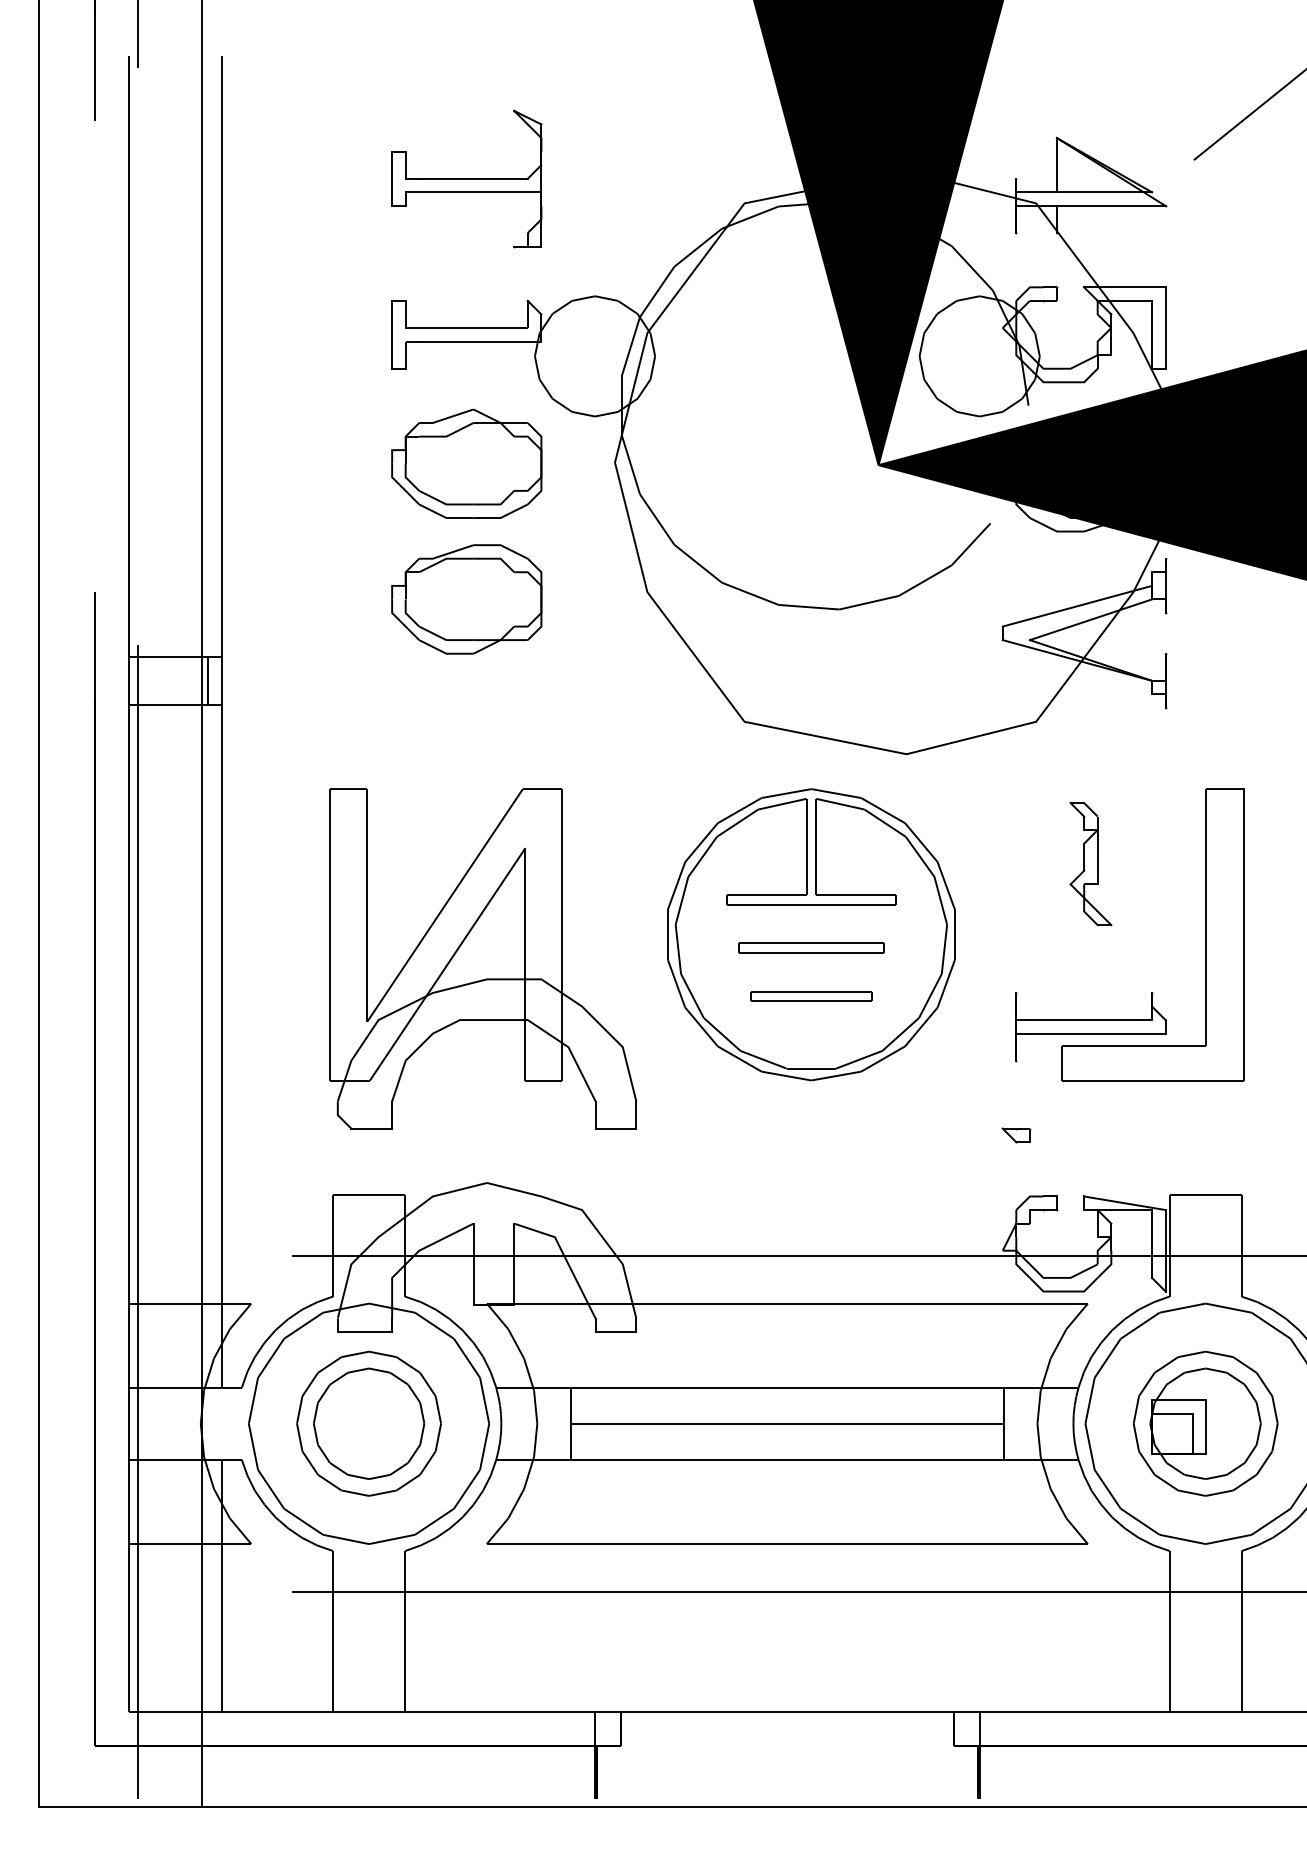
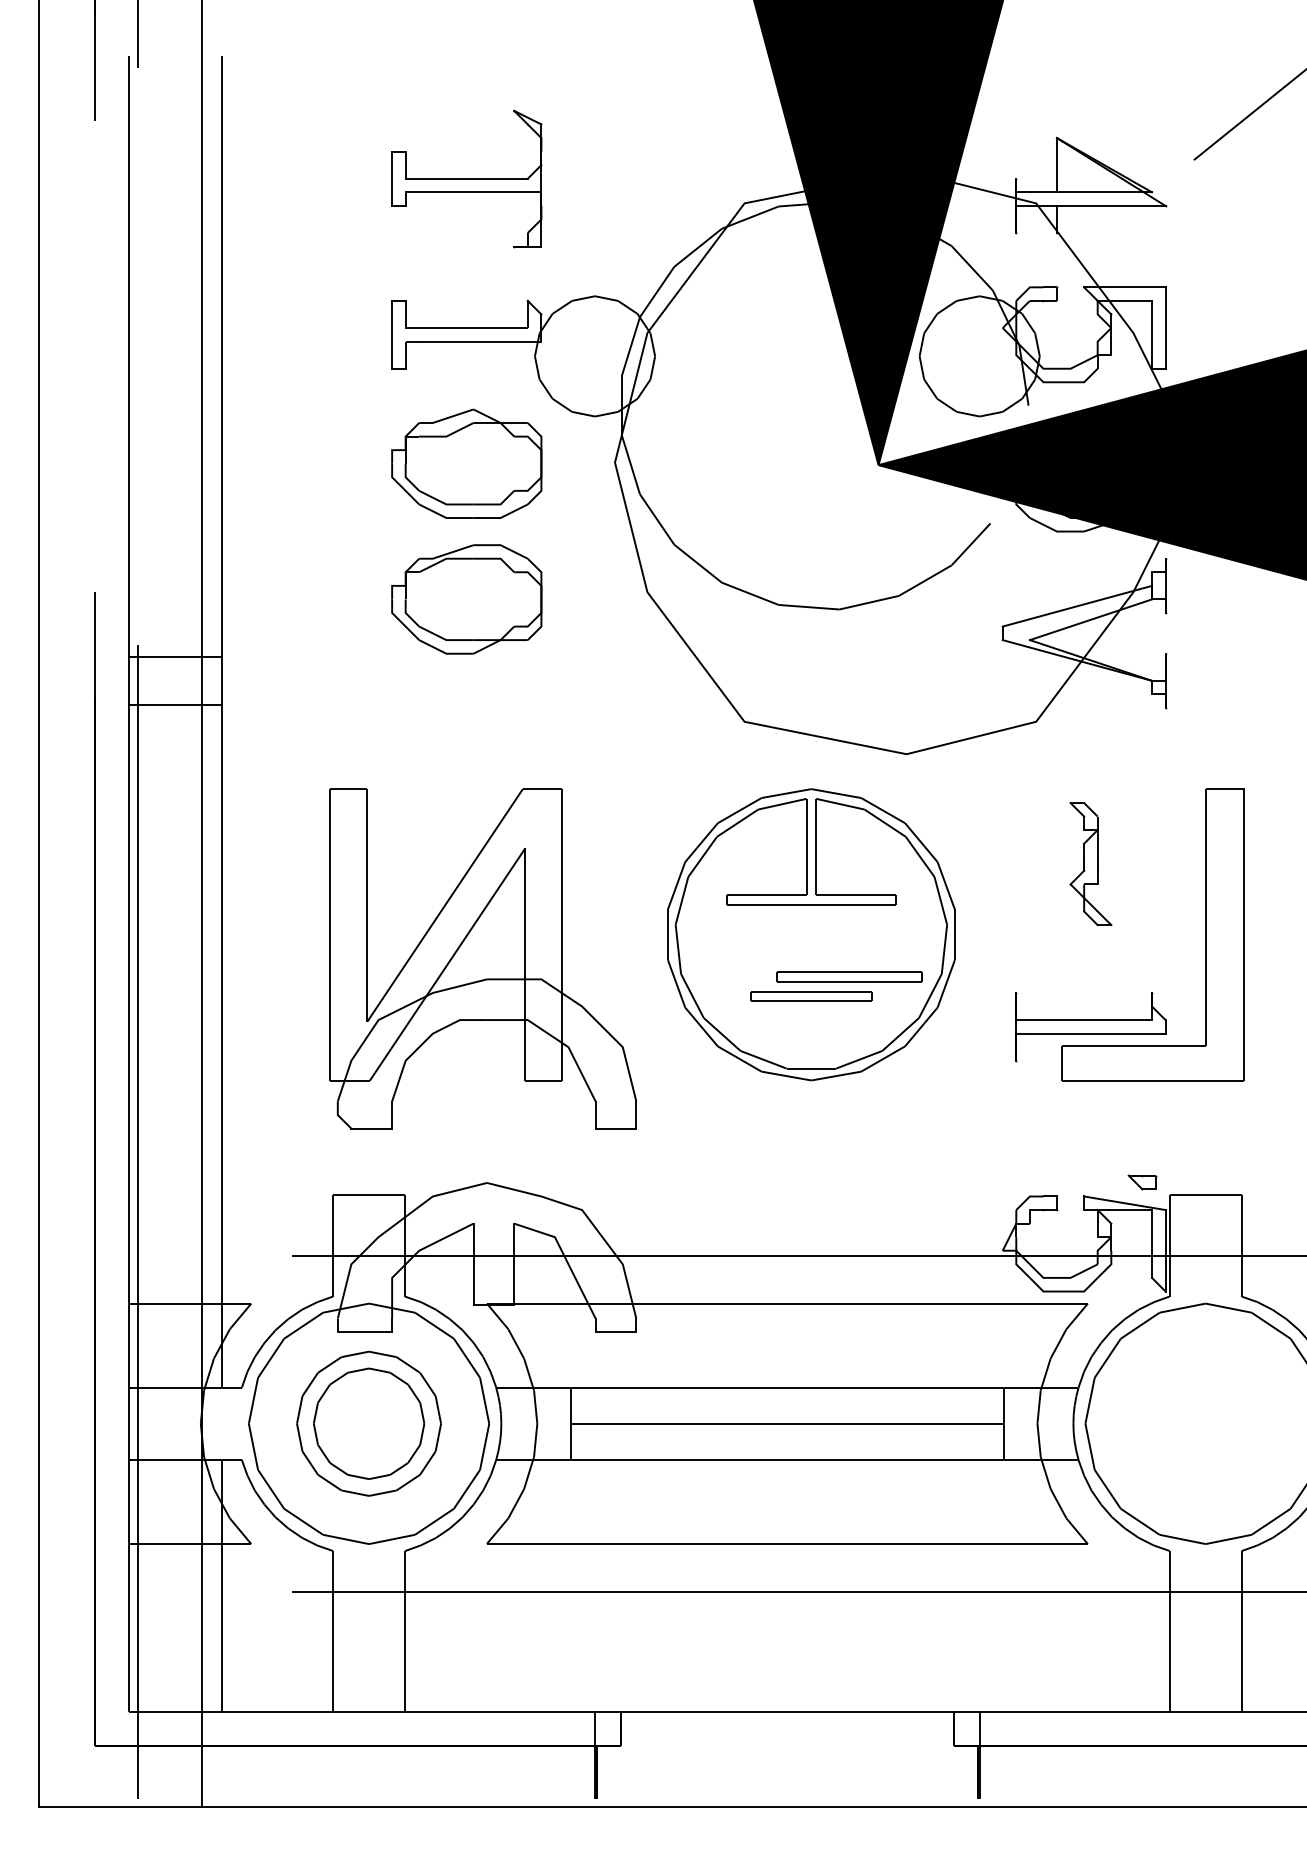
line at (208, 680): present -> none
part at (811, 947) position: (811, 947) -> (849, 976)
part at (1016, 1135) position: (1016, 1135) -> (1142, 1182)
part at (1205, 1423): present -> none
